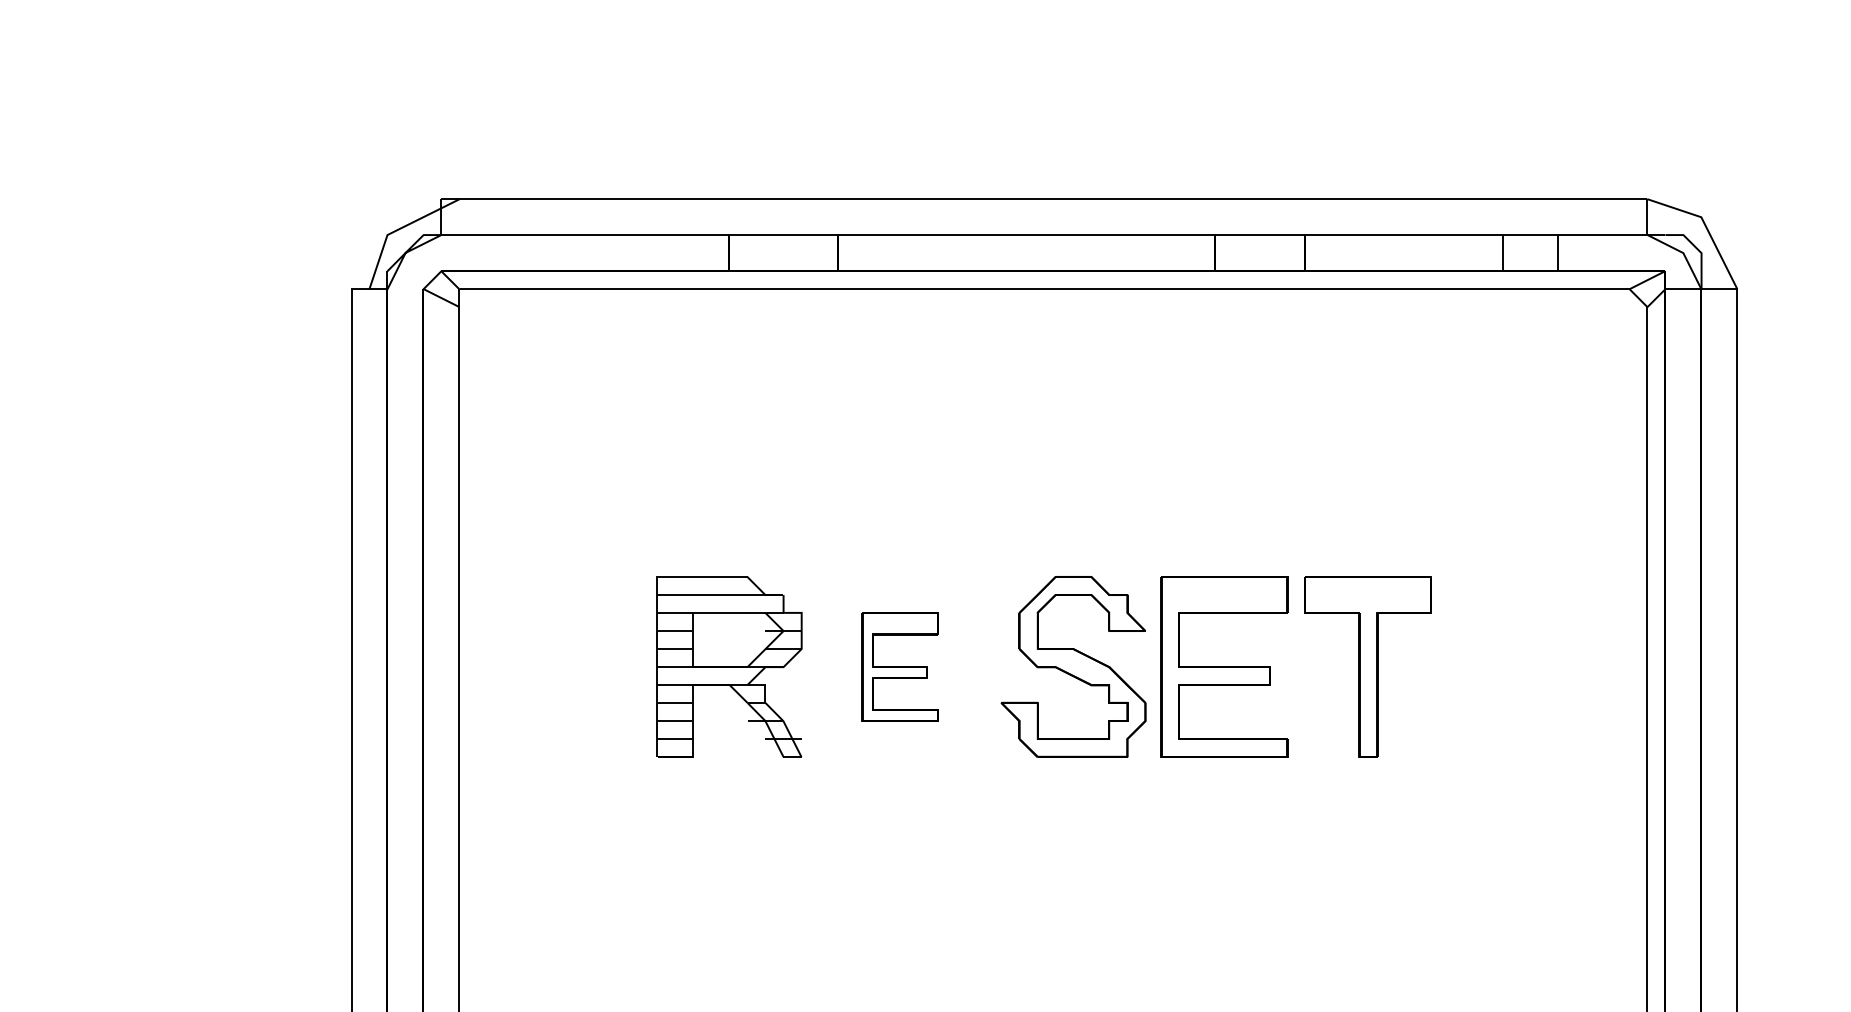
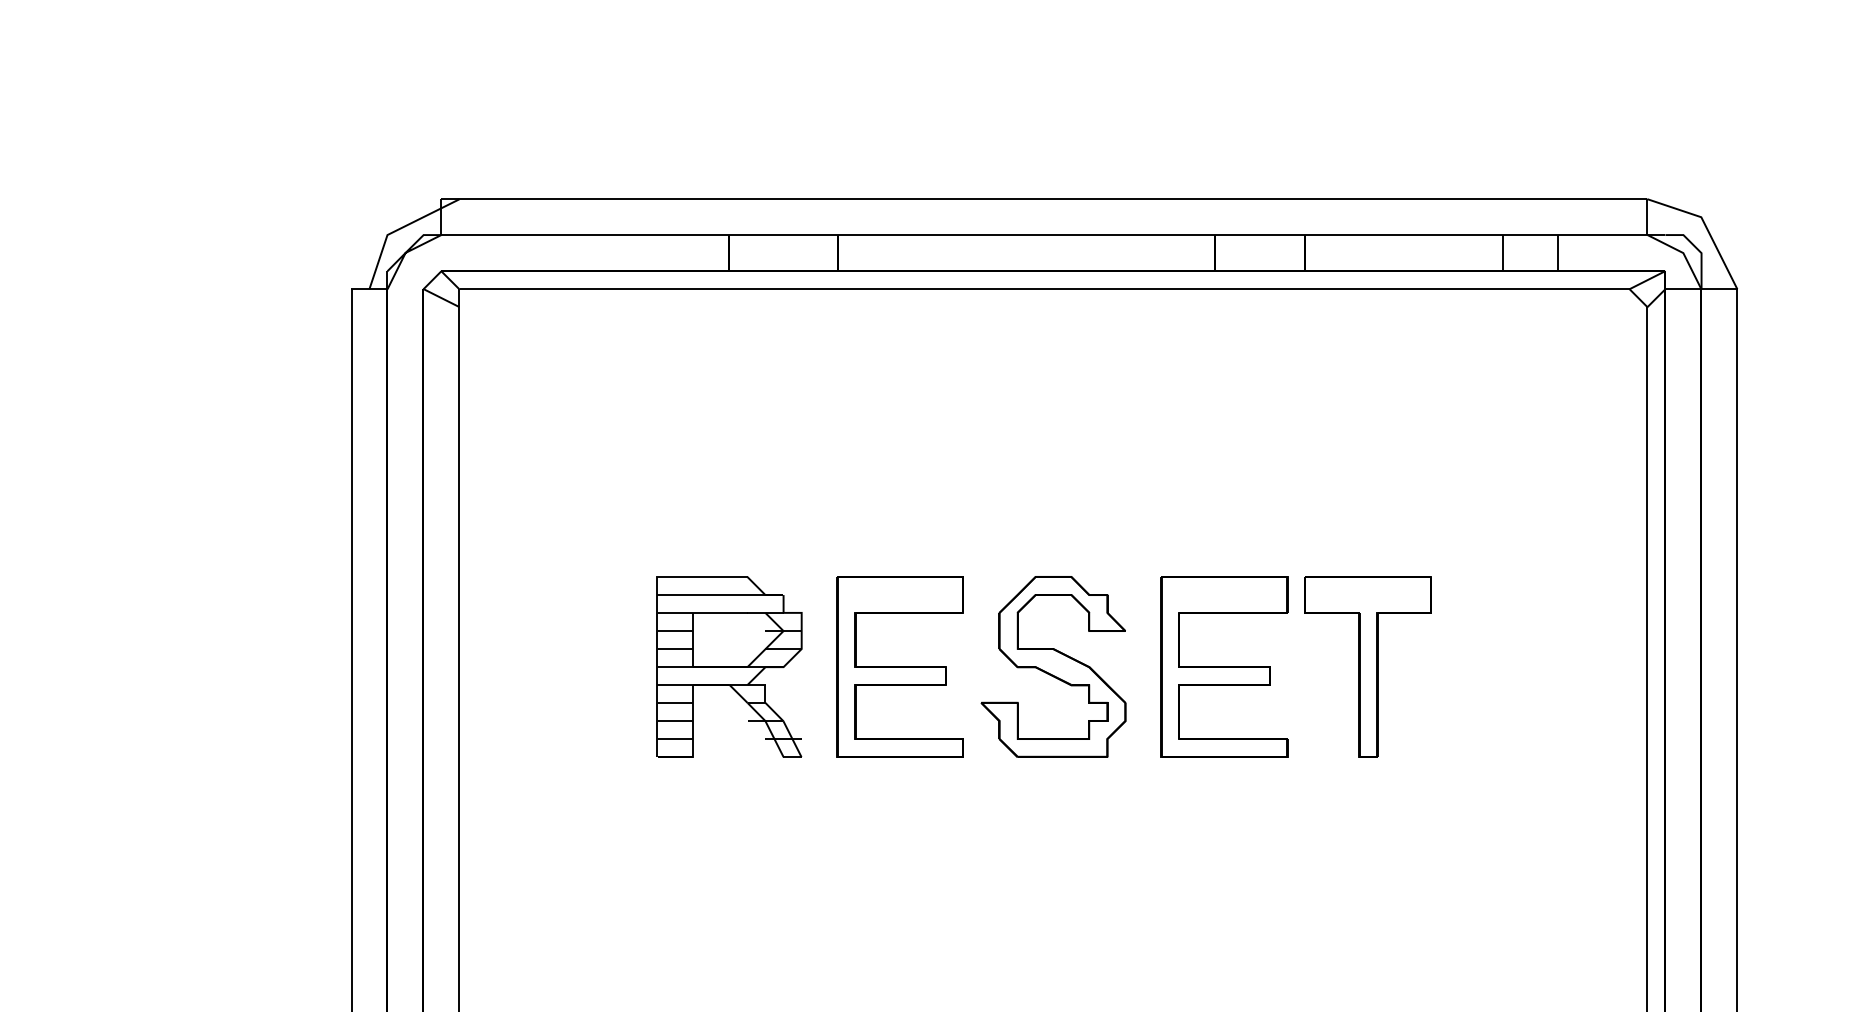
part at (899, 666) size: 78x110 px -> 128x182 px
part at (1073, 666) position: (1073, 666) -> (1053, 666)
